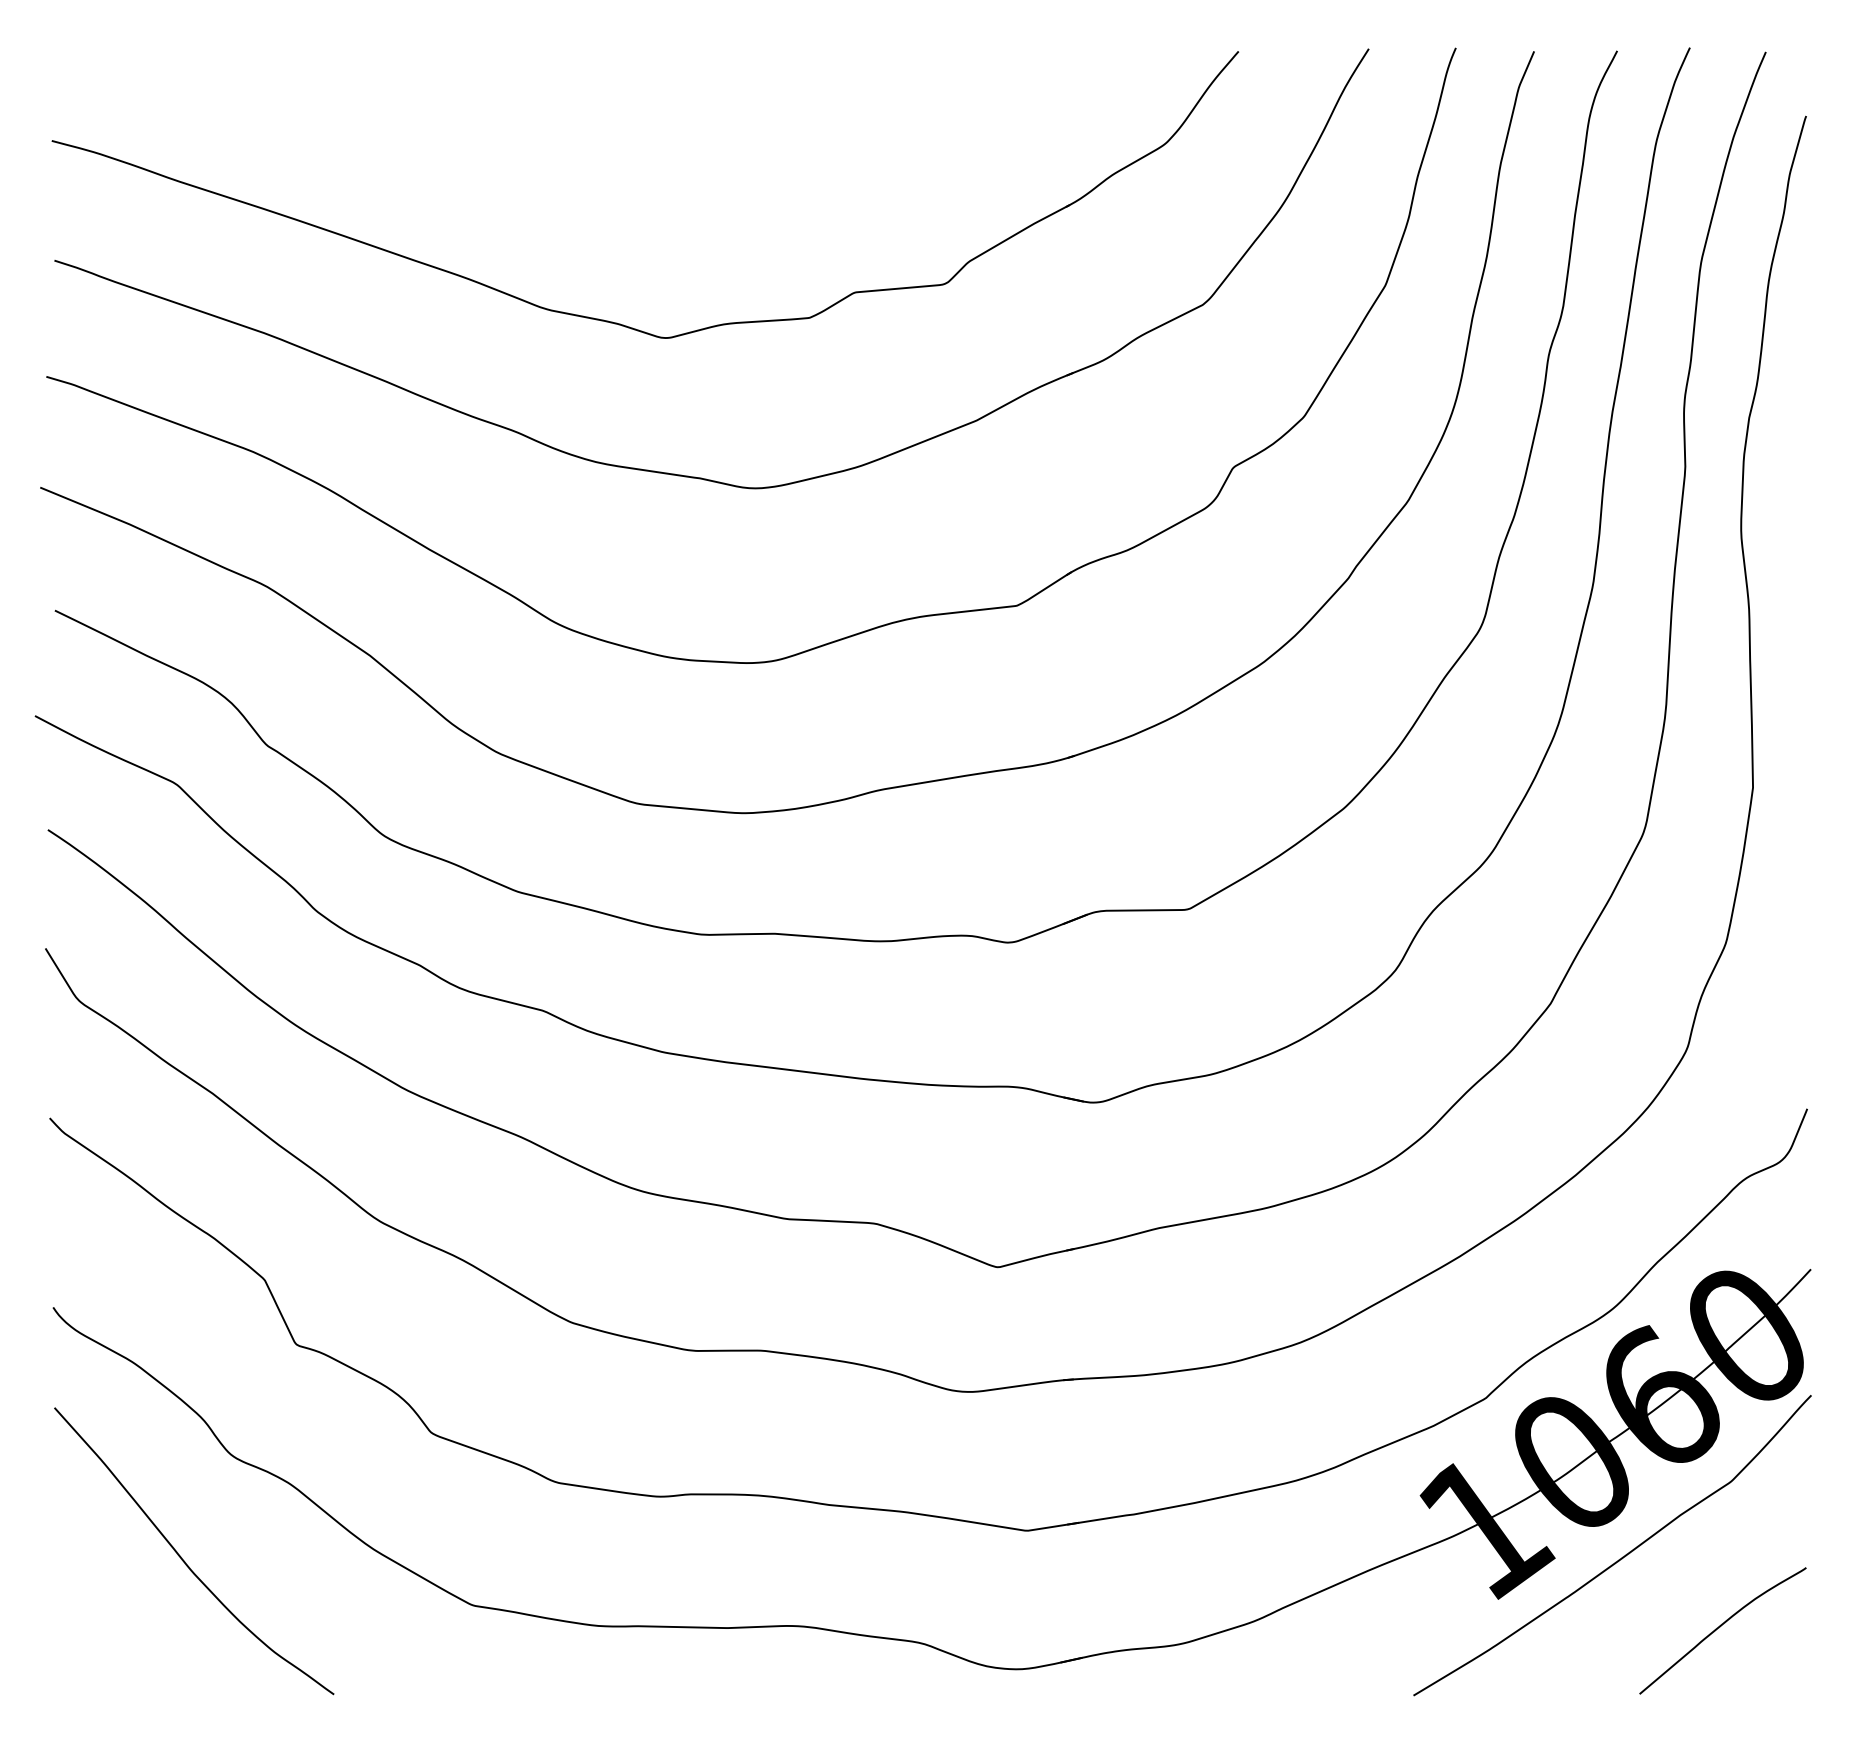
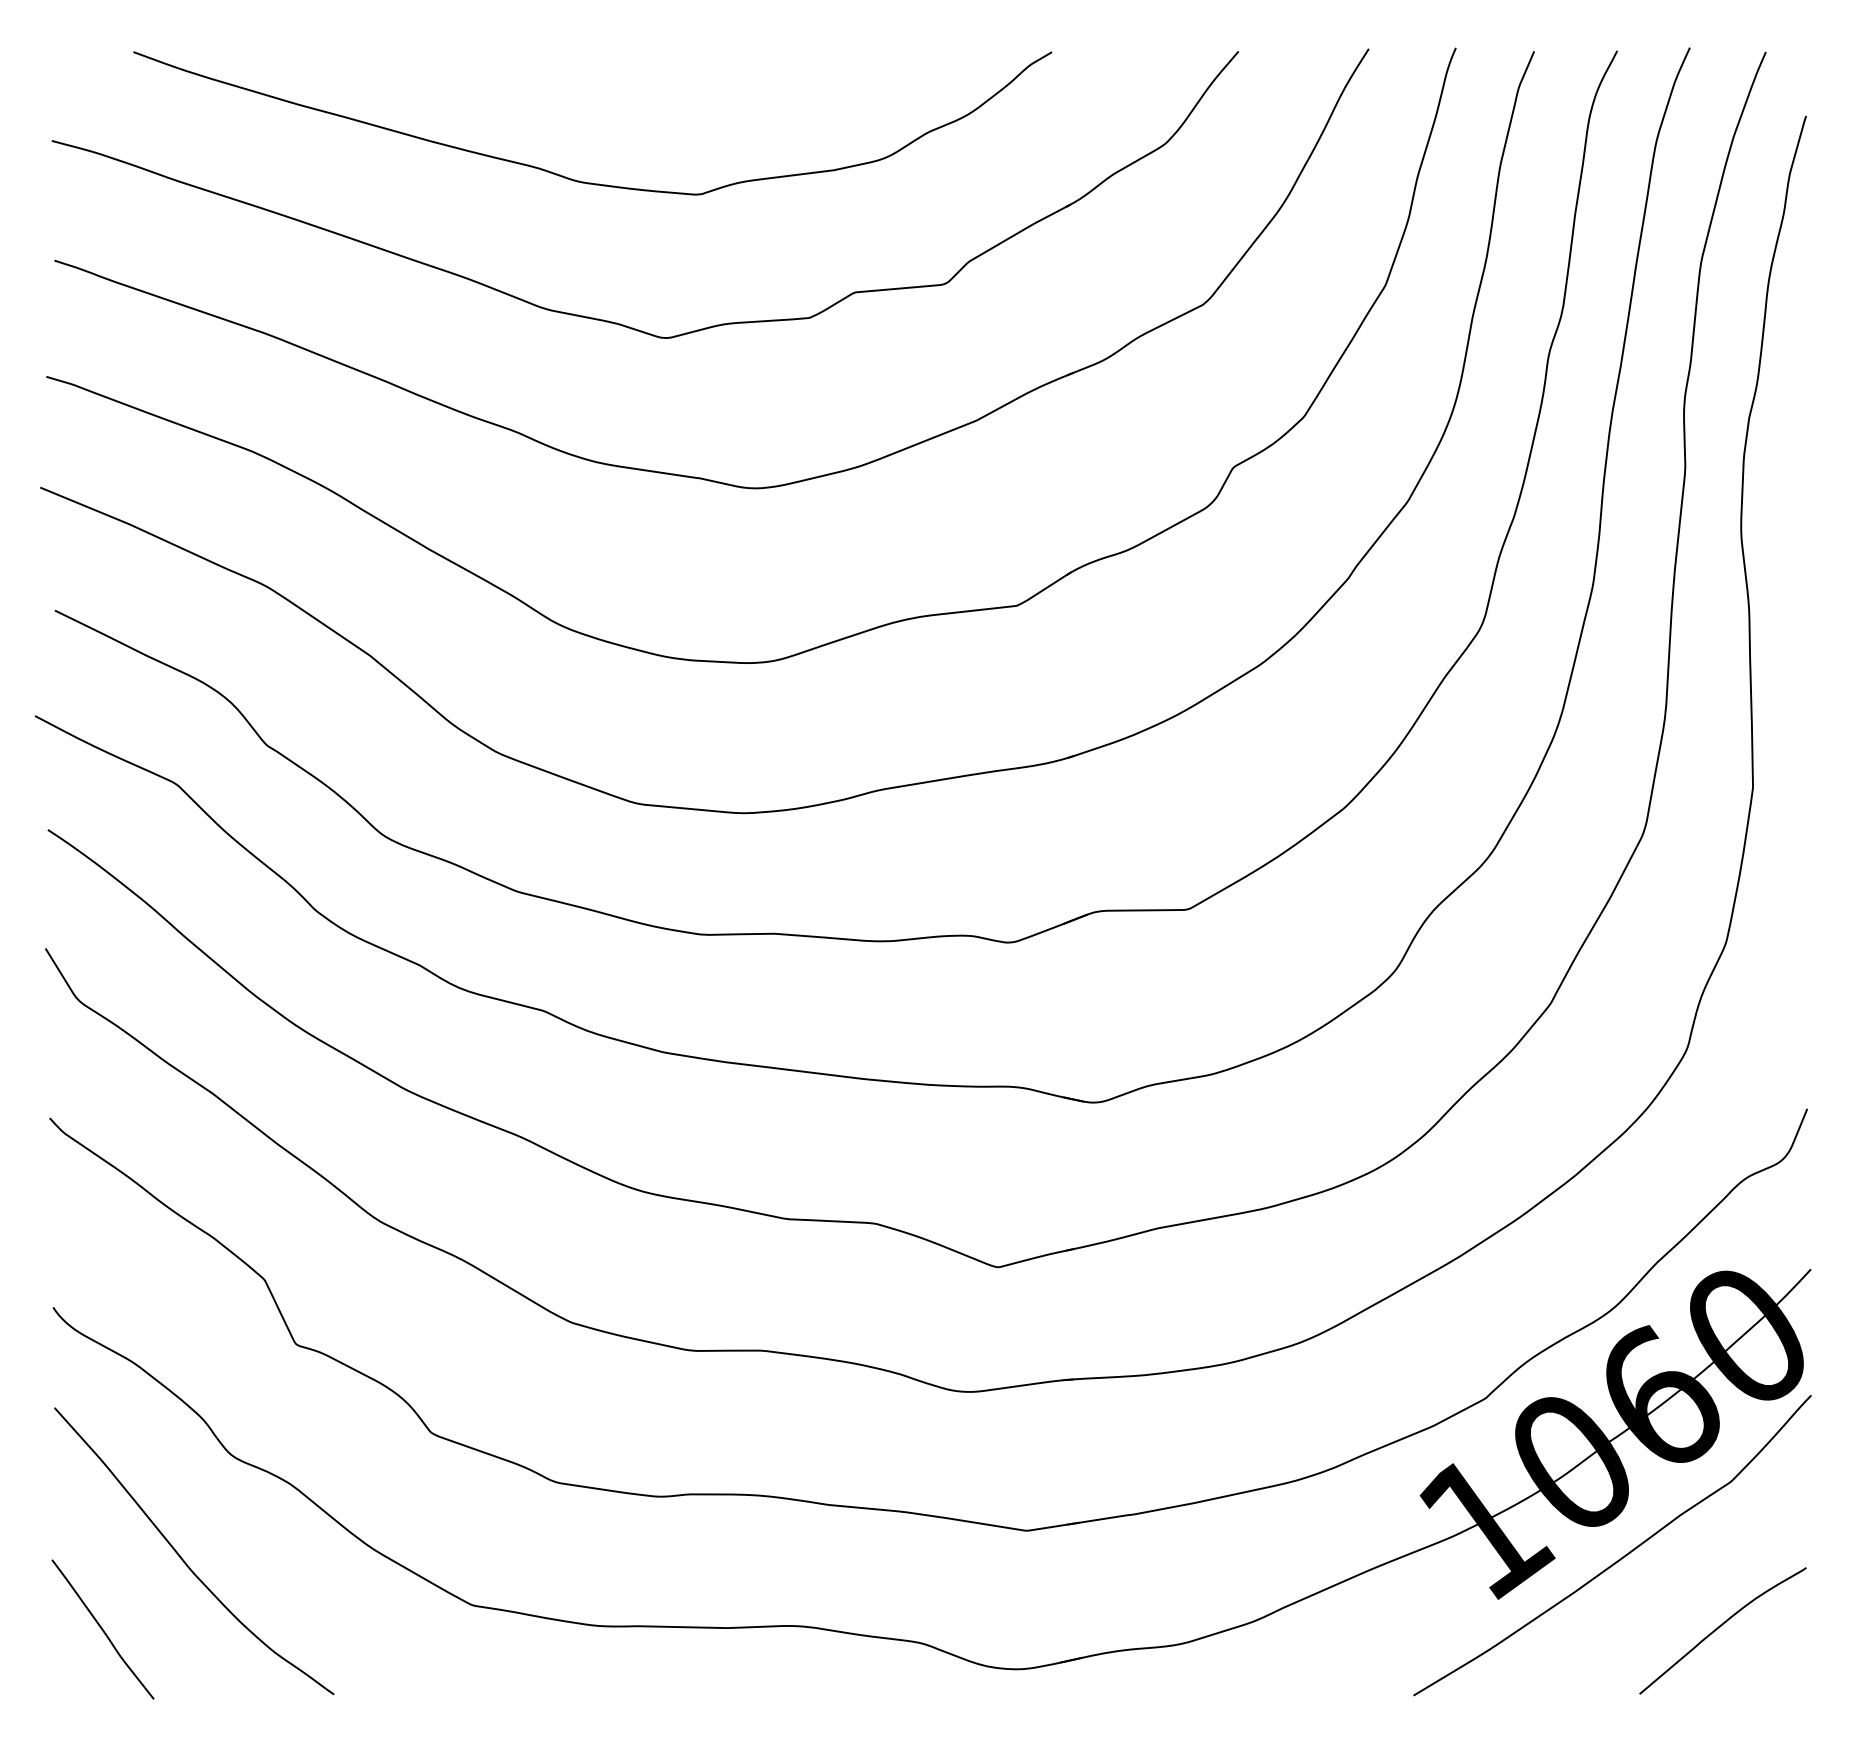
curve at (579, 180): none -> present
curve at (102, 1629): none -> present
